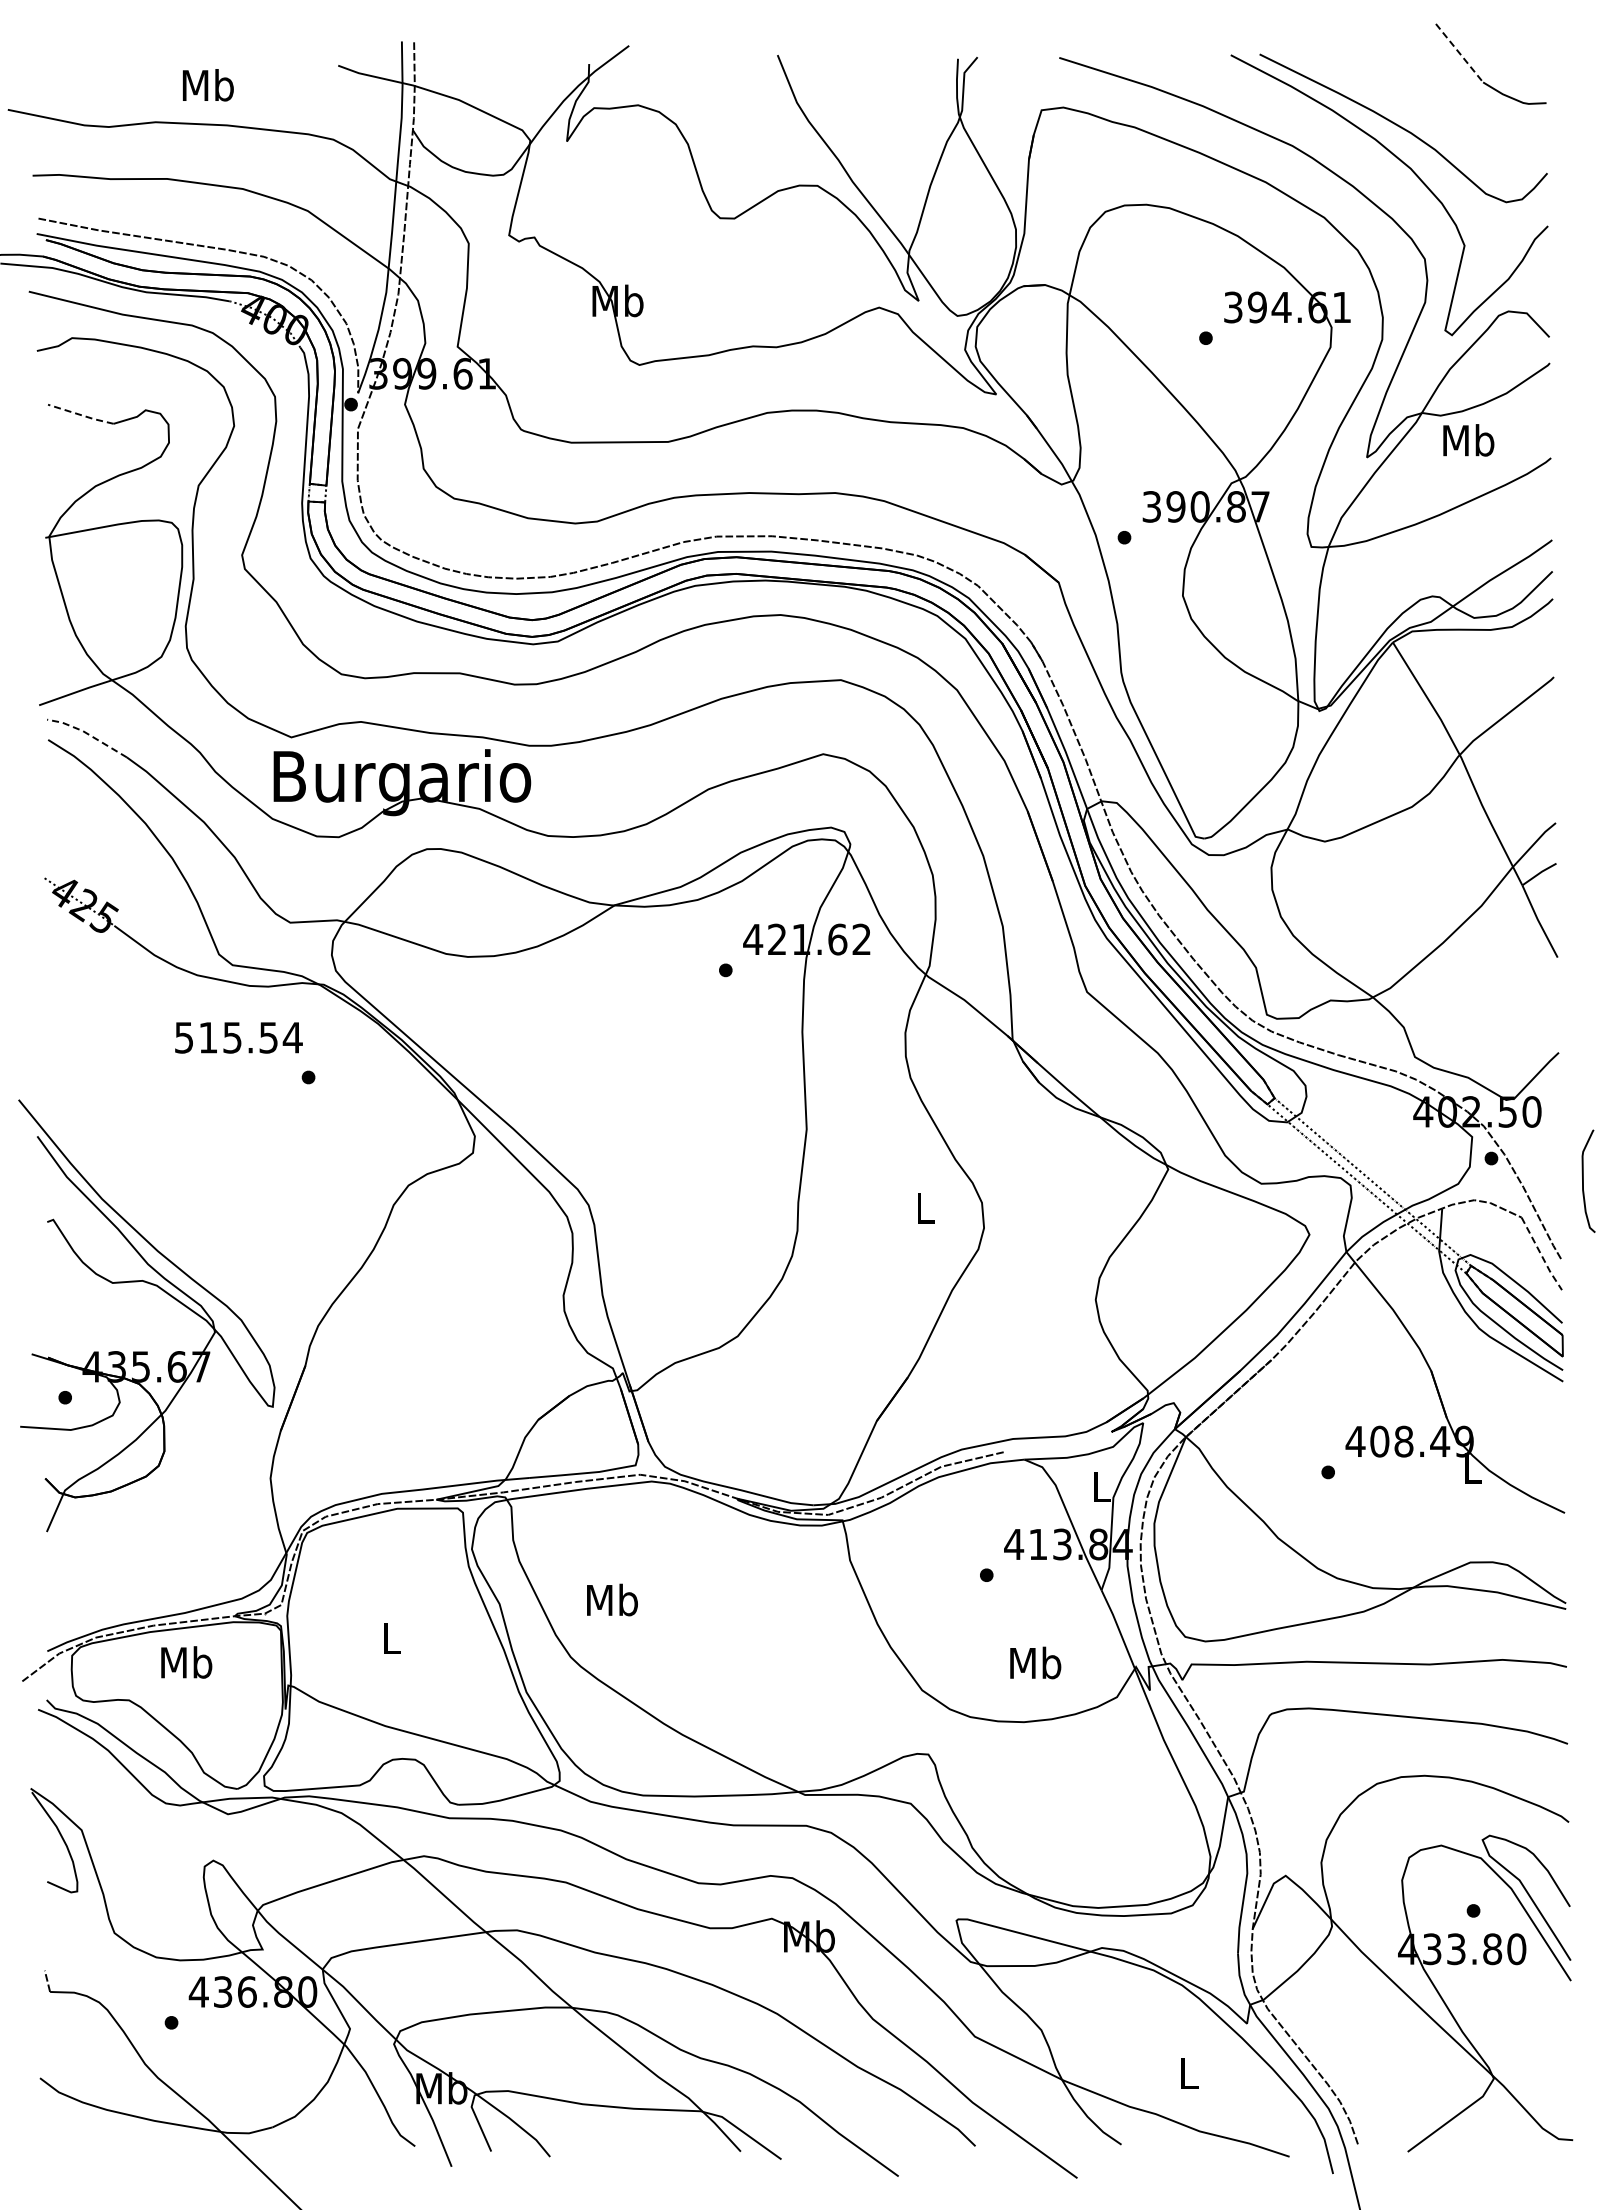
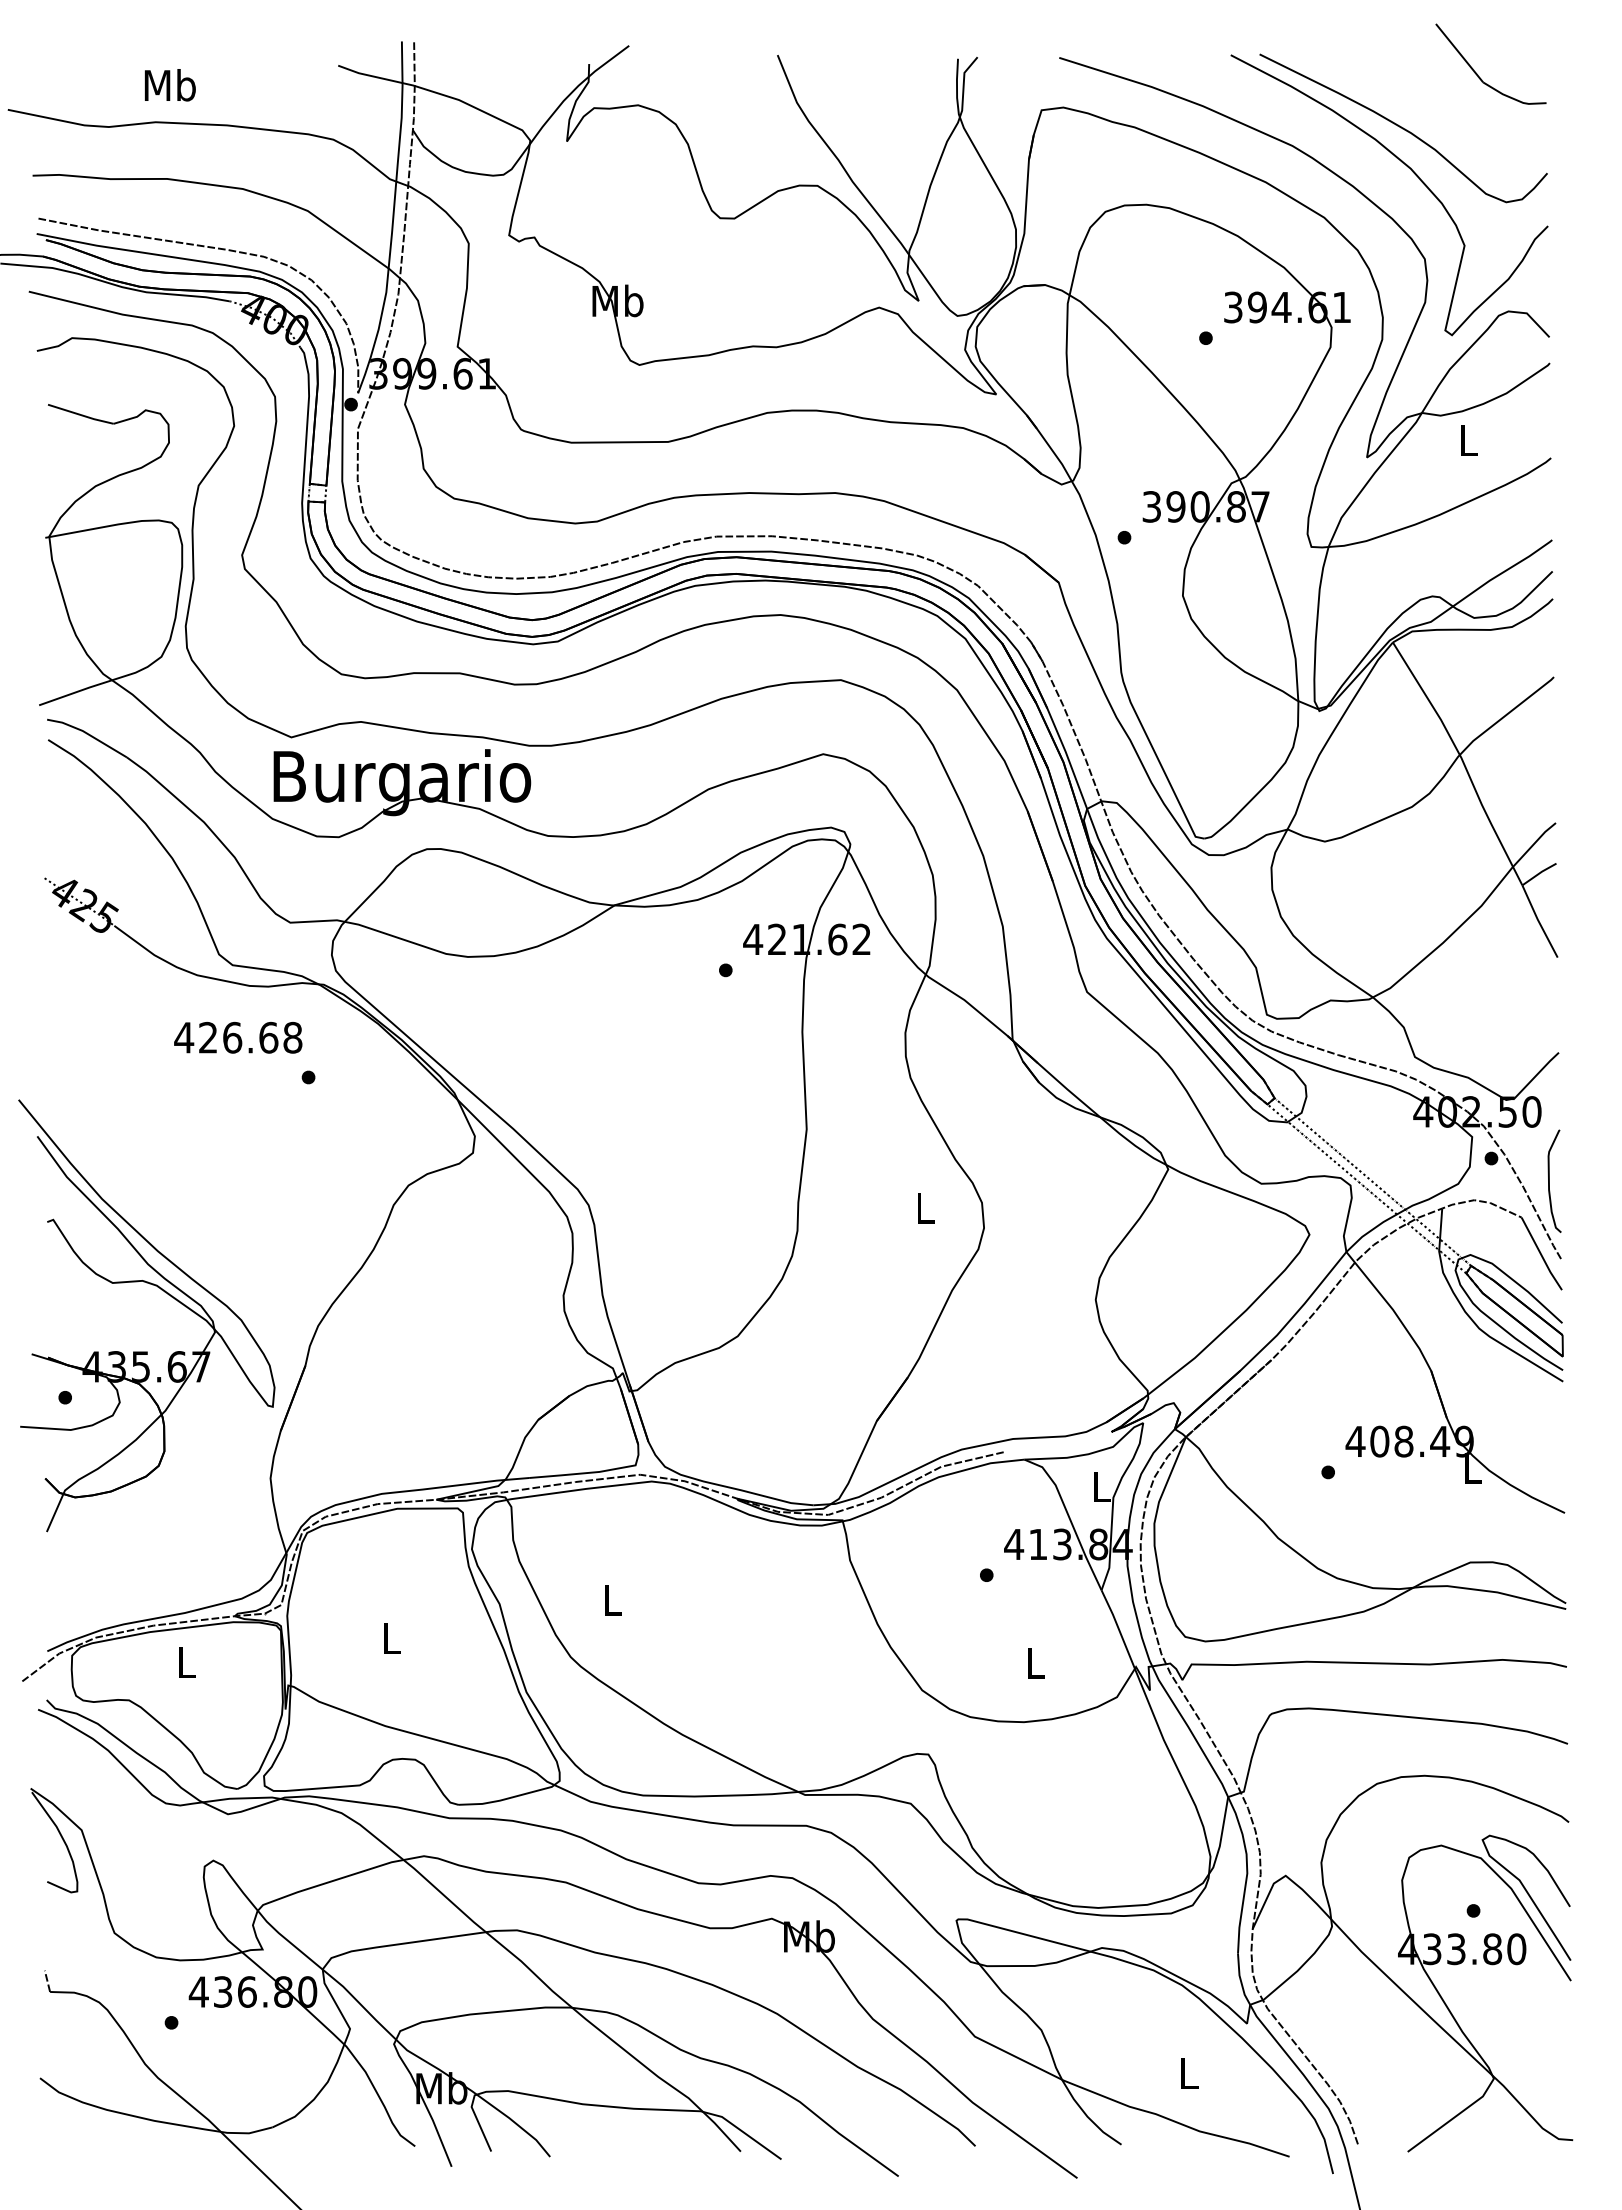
line at (1459, 53): dashed -> solid
text at (208, 85) position: (208, 85) -> (170, 85)
line at (80, 415): dashed -> solid
text at (1468, 440): Mb -> L
line at (87, 733): dashed -> solid
text at (238, 1037): 515.54 -> 426.68
curve at (1583, 1180) position: (1583, 1180) -> (1549, 1180)
line at (1541, 1255): dashed -> solid
text at (612, 1599): Mb -> L
text at (186, 1662): Mb -> L
text at (1035, 1662): Mb -> L
